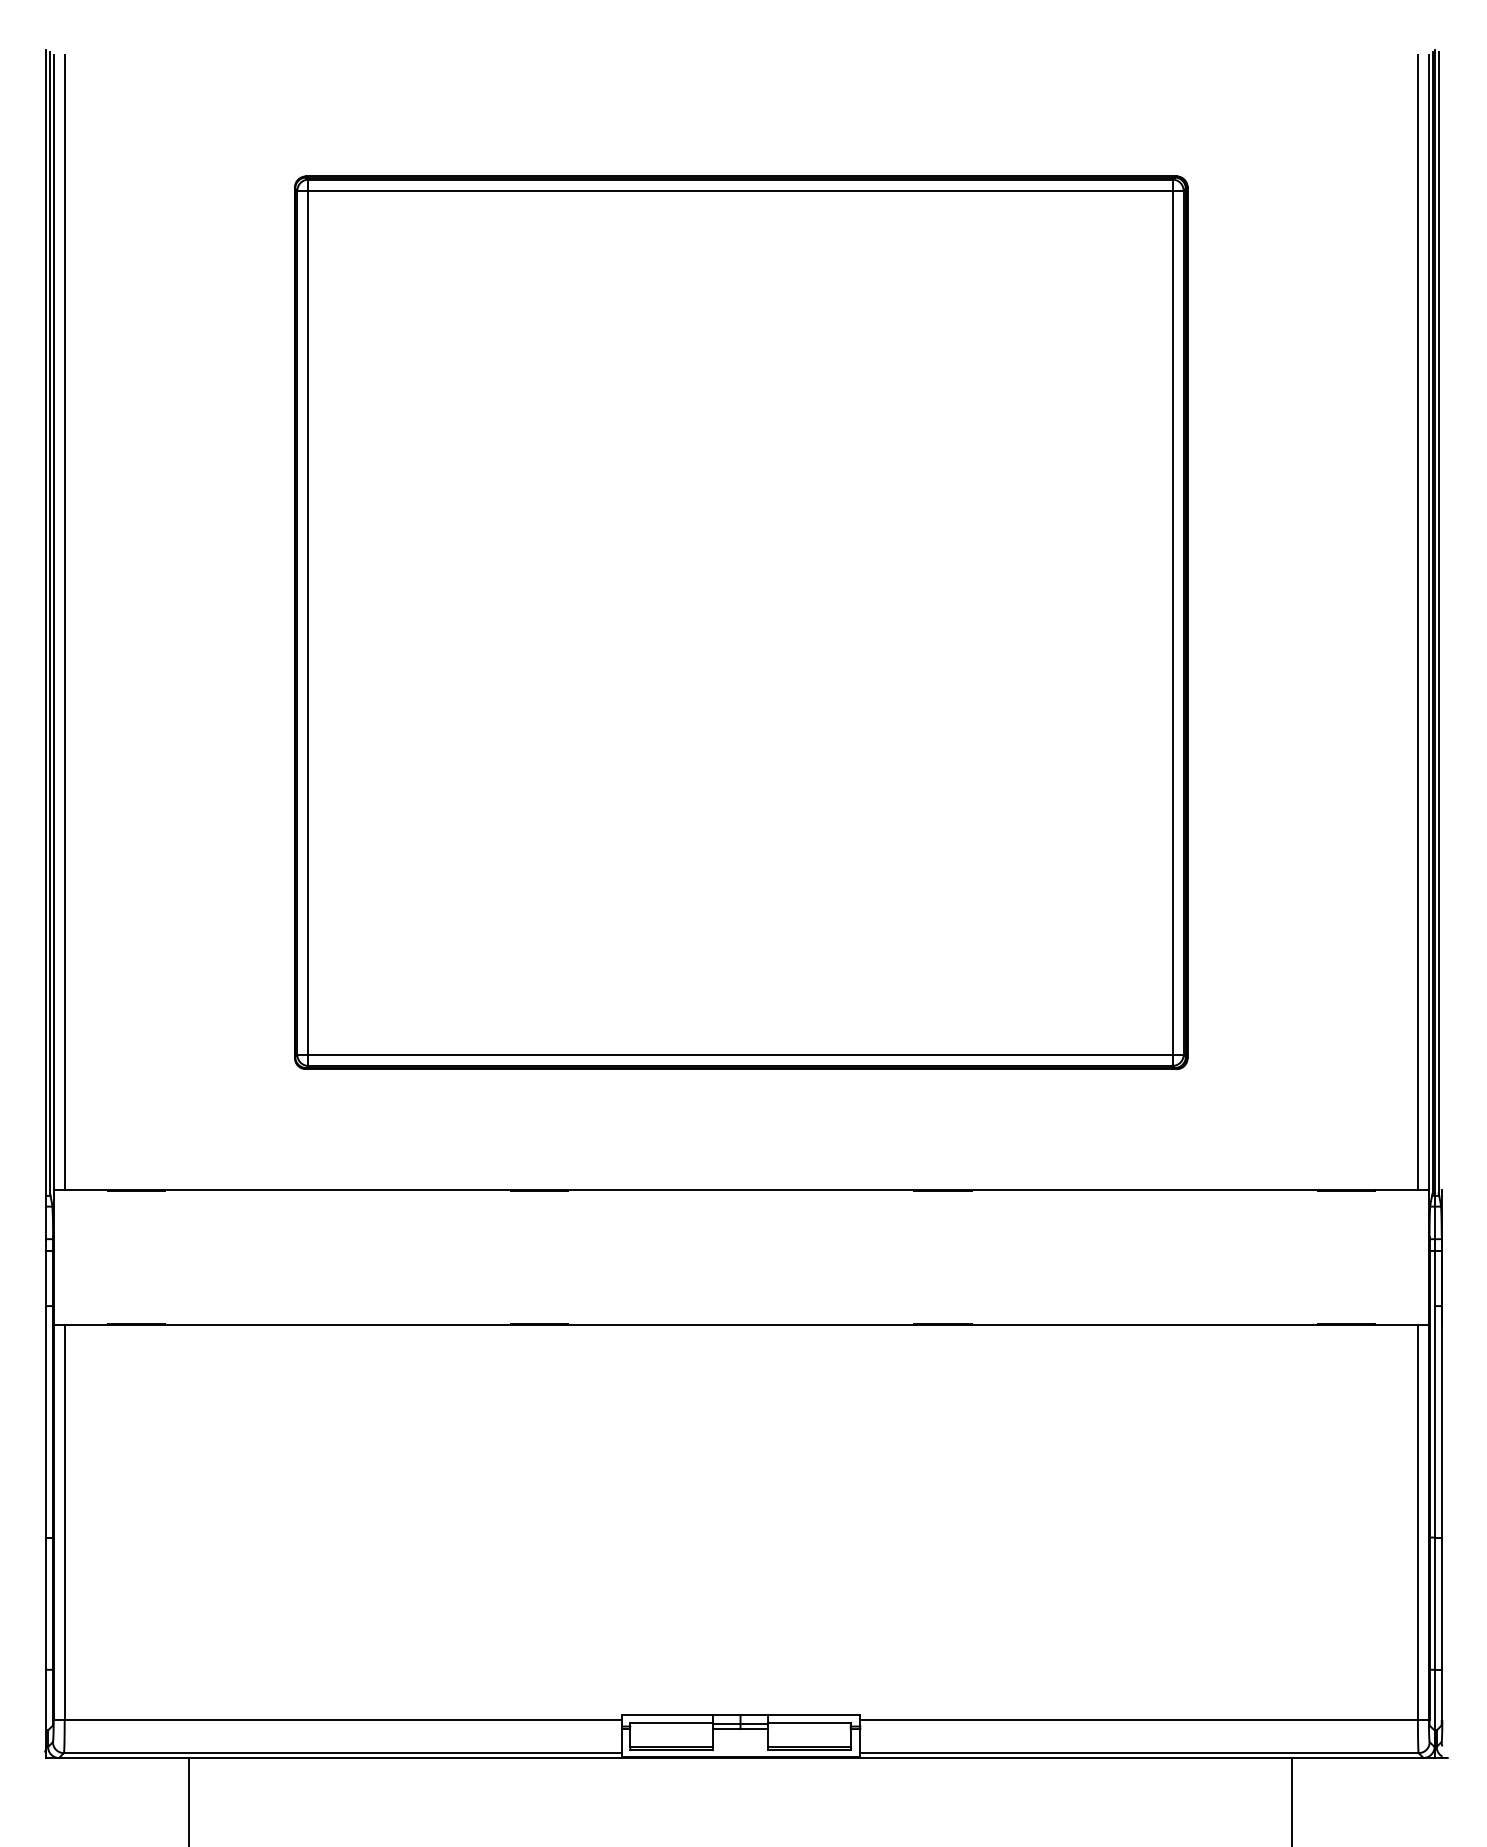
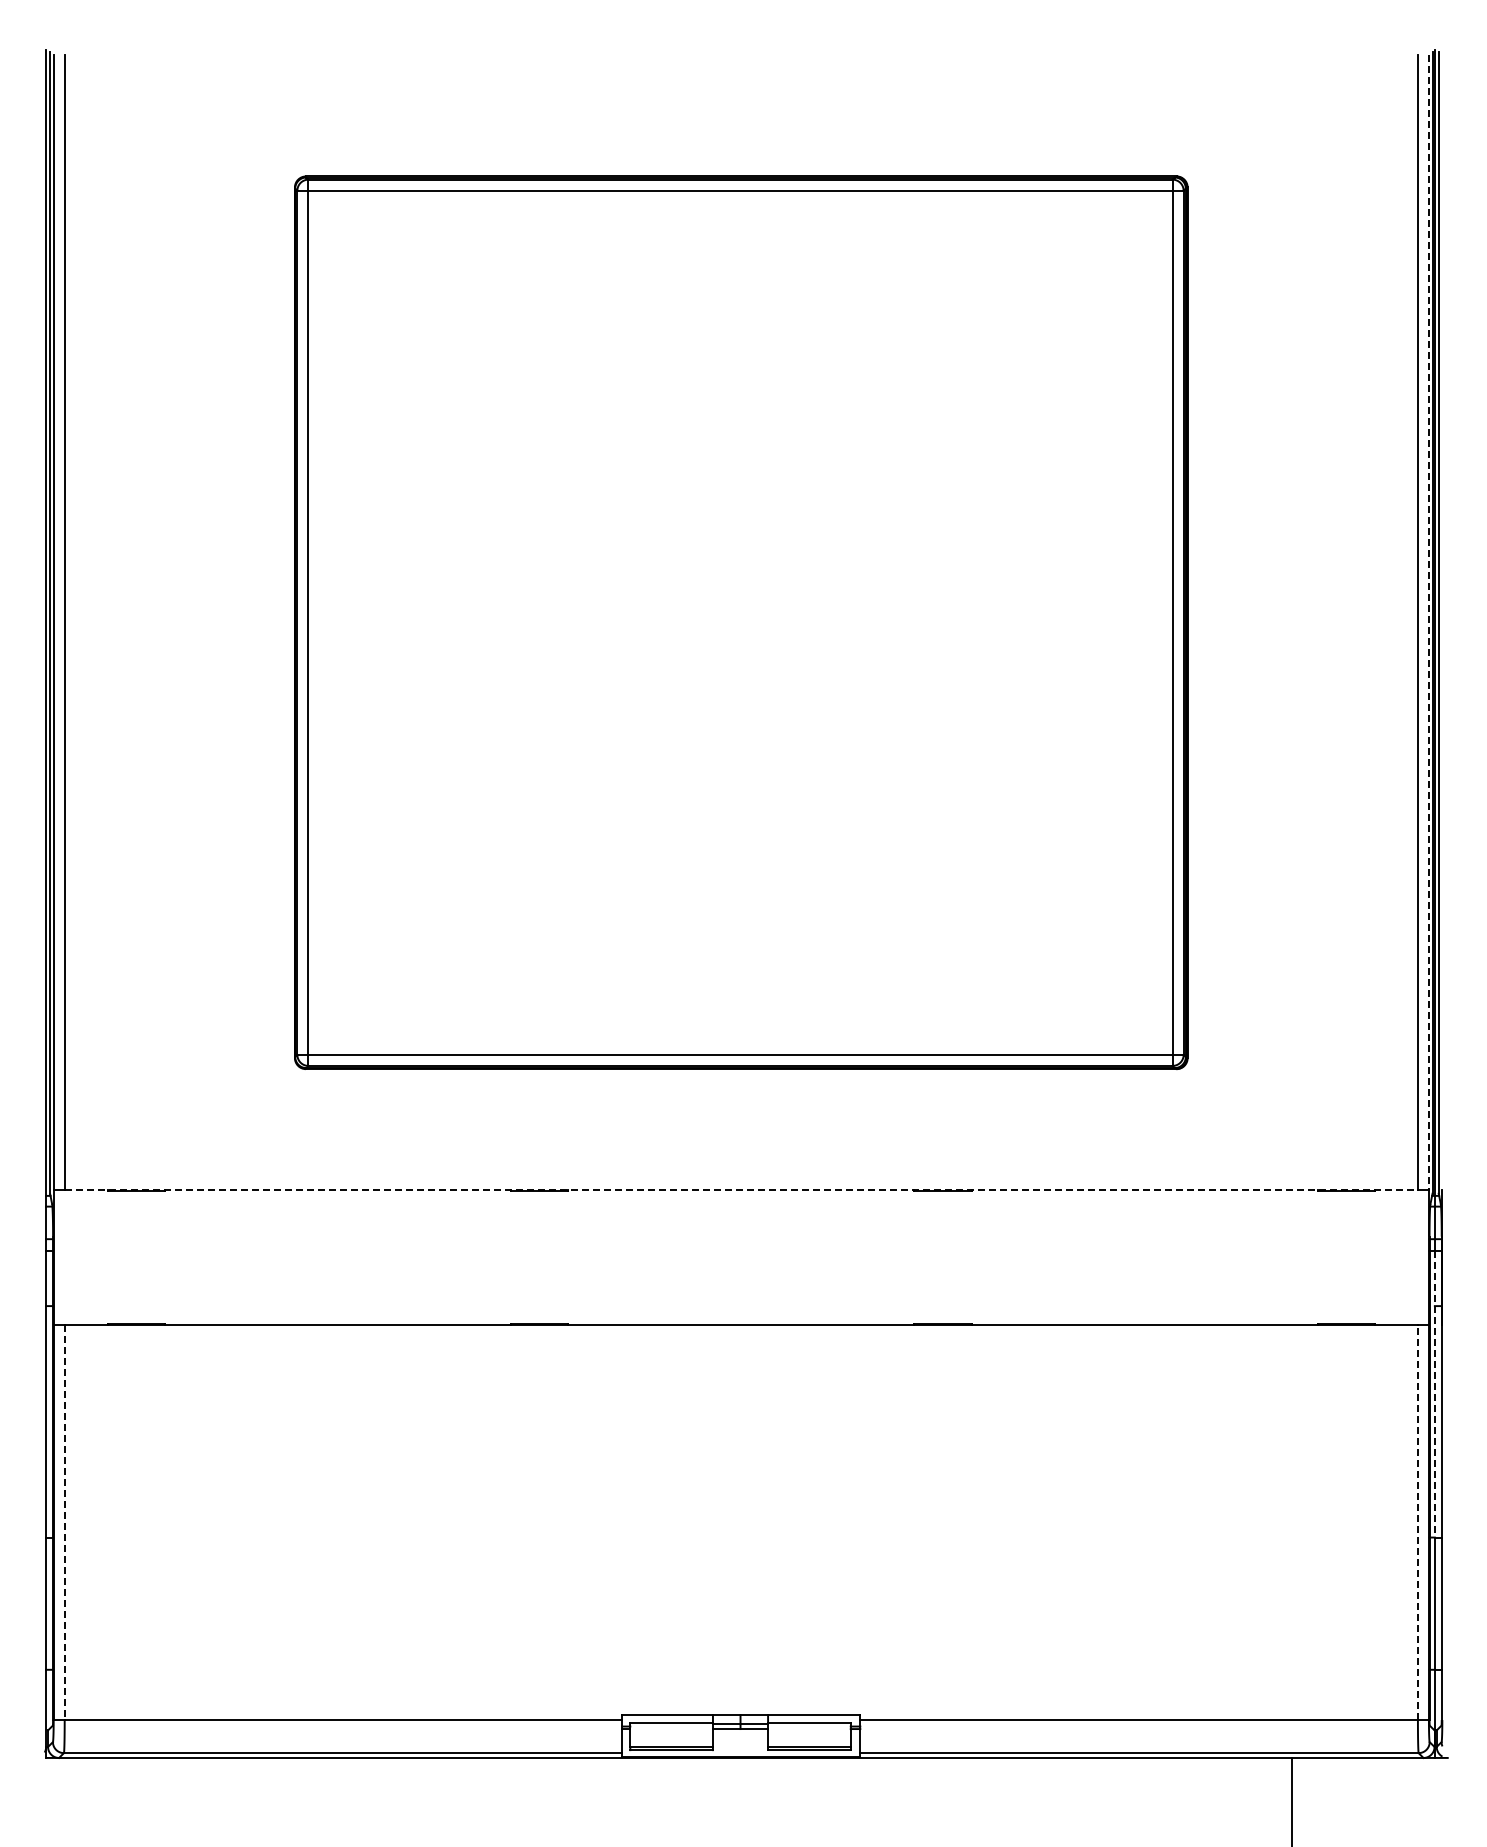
line at (1428, 622): solid -> dashed
line at (741, 1190): solid -> dashed
line at (1434, 1394): solid -> dashed
line at (64, 1522): solid -> dashed
line at (1417, 1522): solid -> dashed
line at (189, 1800): present -> none
